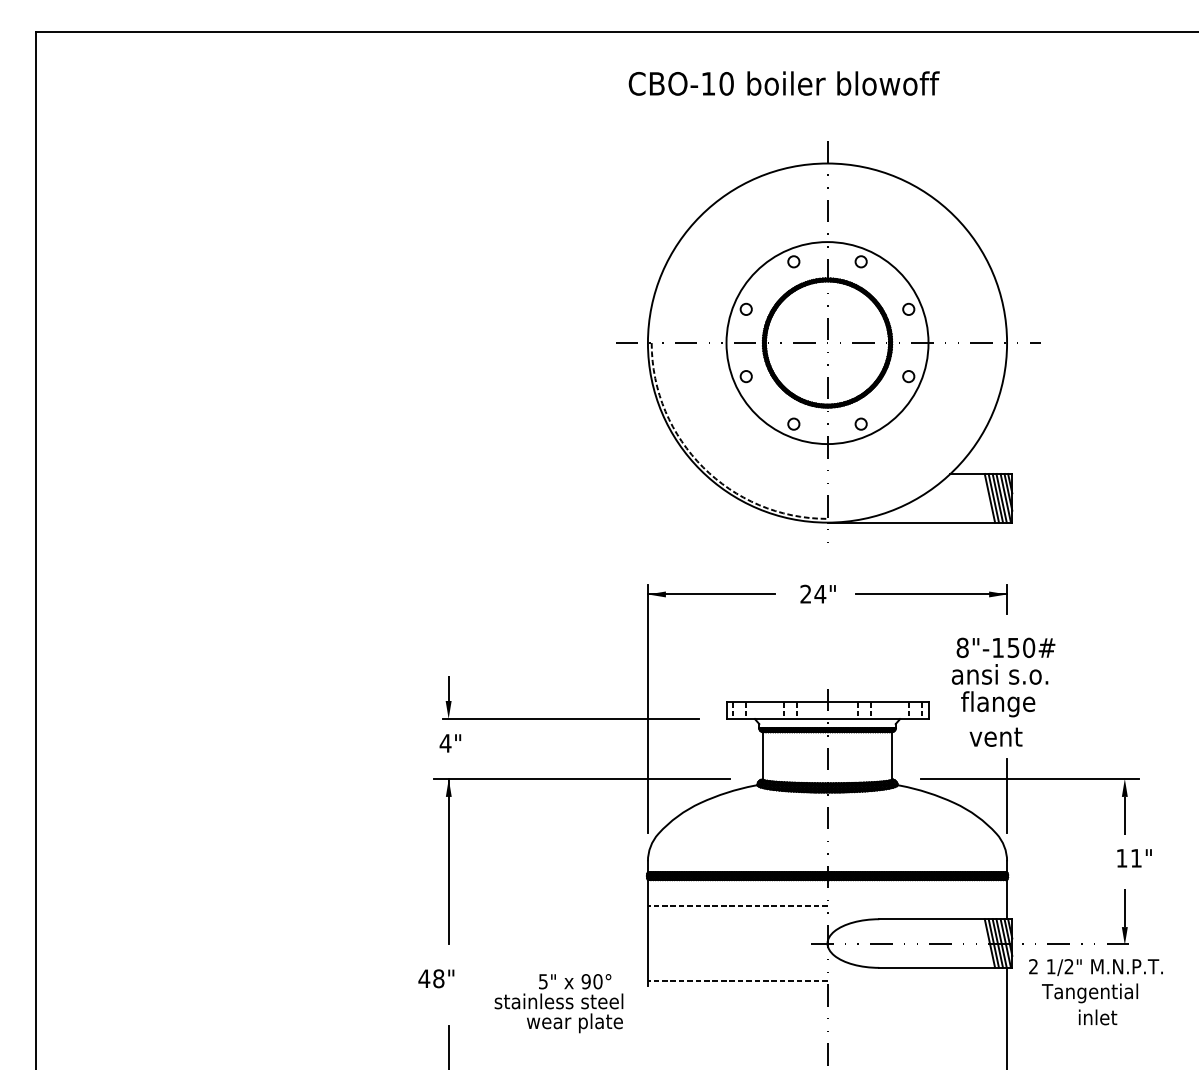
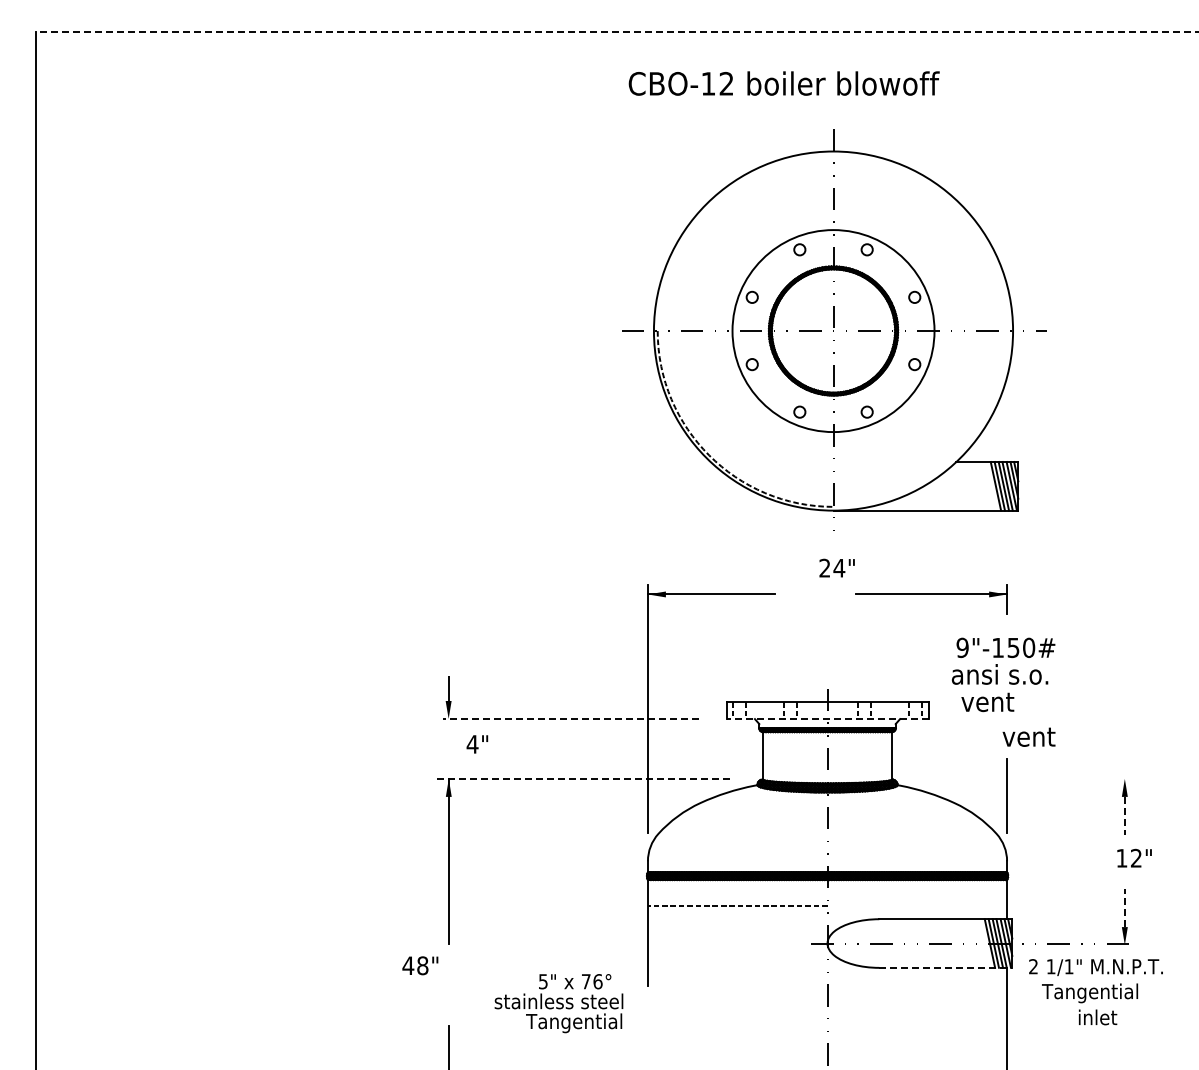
line at (616, 31): solid -> dashed
text at (726, 83): CBO-10 -> CBO-12
part at (828, 341) position: (828, 341) -> (834, 329)
text at (817, 593) position: (817, 593) -> (836, 567)
text at (962, 647): 8"-150# -> 9"-150#
text at (998, 704): flange -> vent
line at (570, 719): solid -> dashed
line at (827, 719): solid -> dashed
text at (995, 736) position: (995, 736) -> (1028, 736)
text at (450, 743) position: (450, 743) -> (477, 744)
line at (581, 778): solid -> dashed
line at (1030, 778): present -> none
line at (1124, 816): solid -> dashed
text at (1136, 857): 11" -> 12"
line at (1124, 907): solid -> dashed
text at (1068, 966): 1/2" -> 1/1"
line at (945, 967): solid -> dashed
text at (436, 978) position: (436, 978) -> (420, 965)
line at (737, 980): present -> none
text at (591, 981): 90° -> 76°
text at (574, 1023): wear plate -> Tangential
